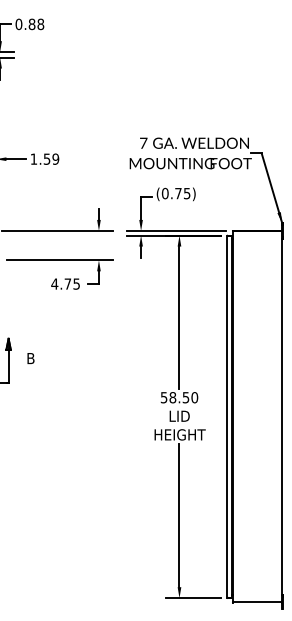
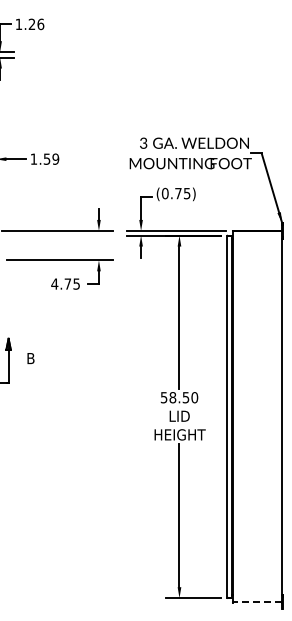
text at (29, 24): 0.88 -> 1.26
text at (143, 142): 7 -> 3
line at (256, 602): solid -> dashed
